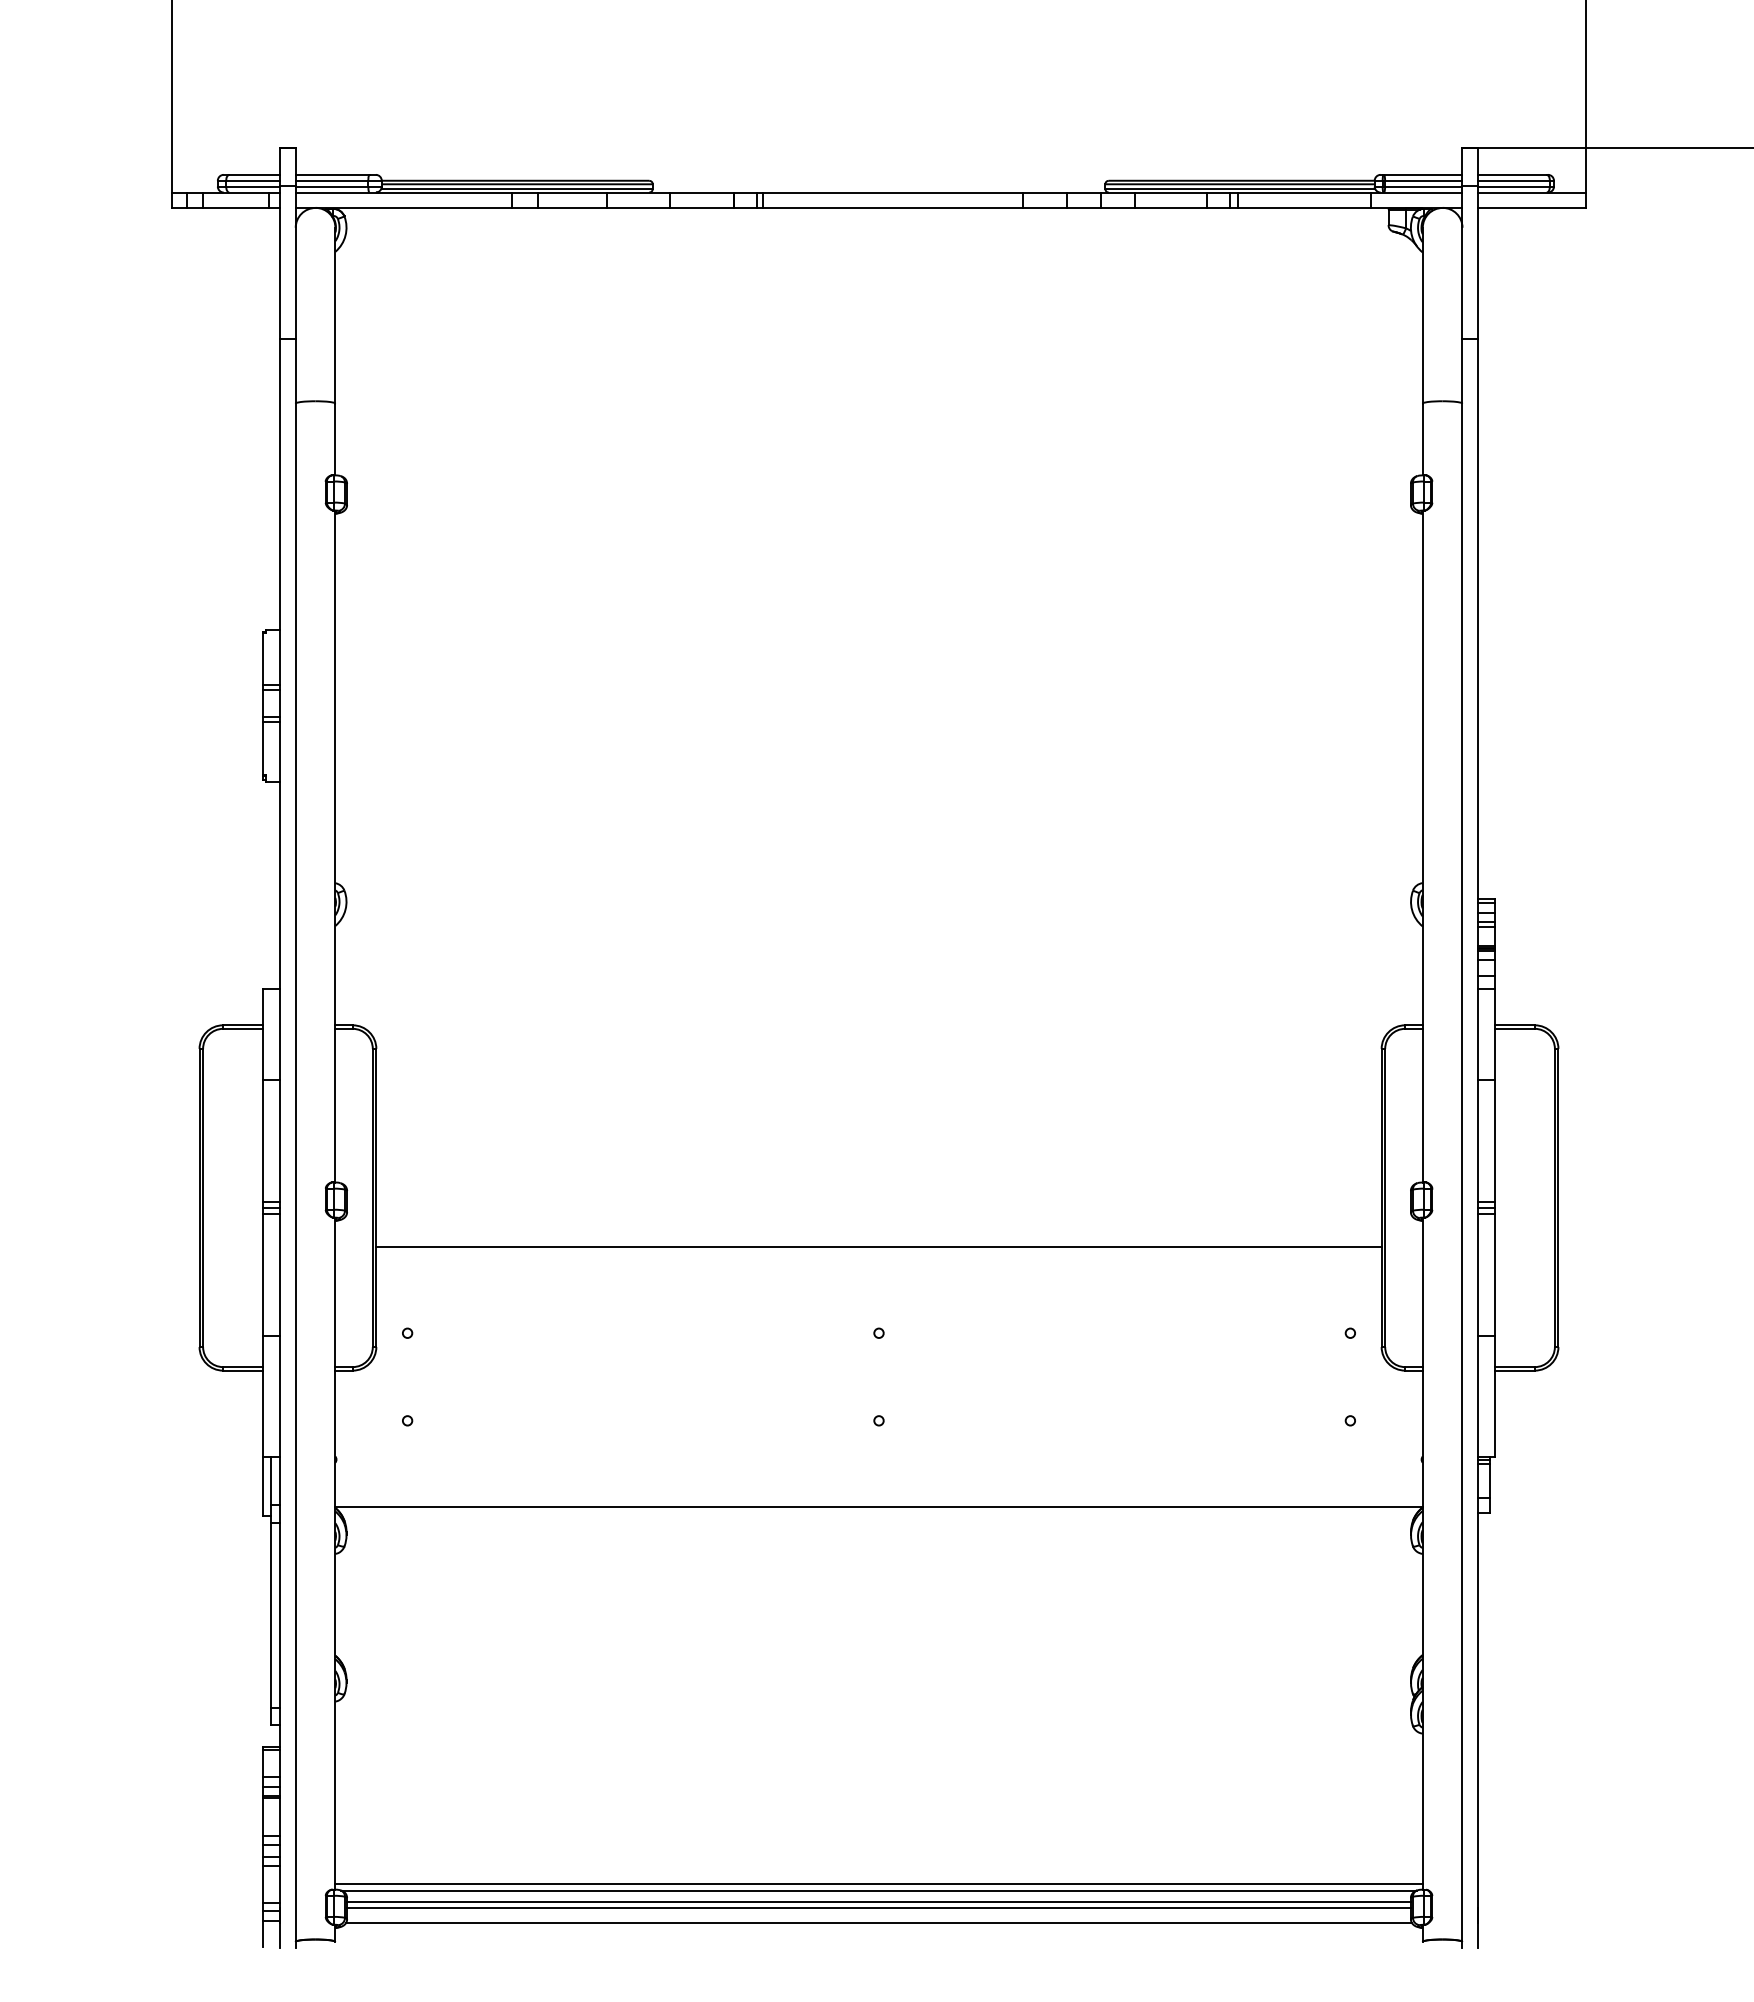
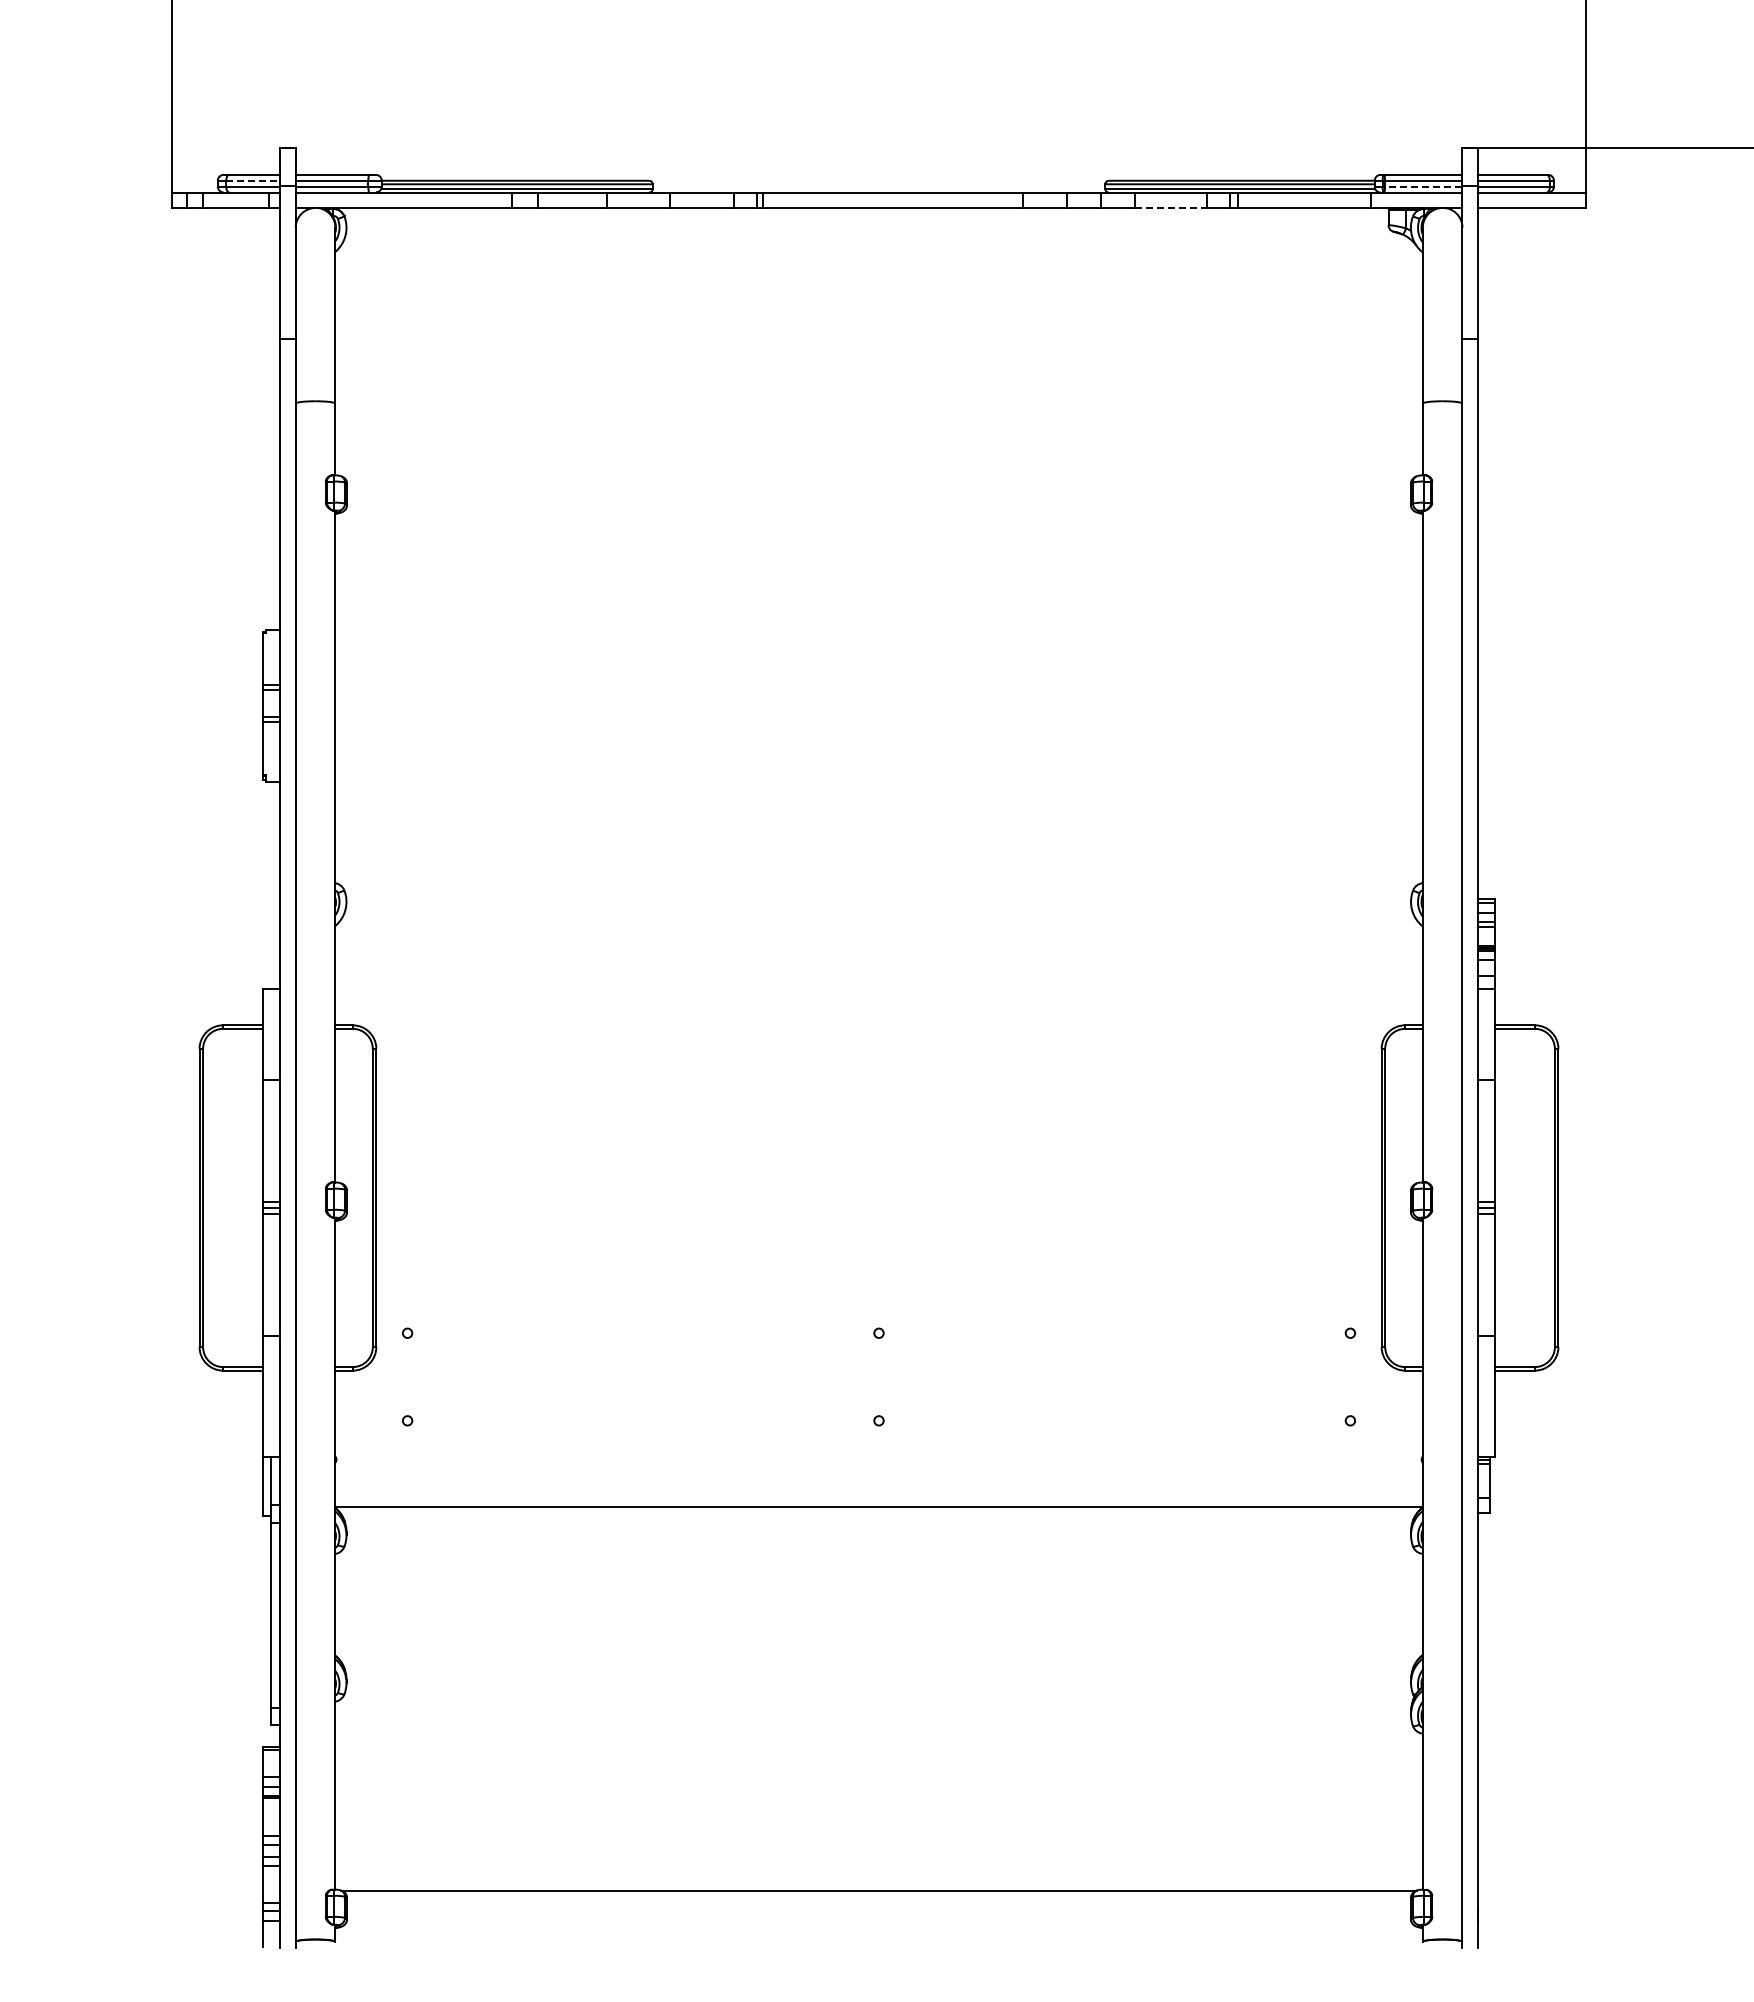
line at (253, 180): solid -> dashed
line at (1423, 186): solid -> dashed
line at (1171, 207): solid -> dashed
line at (878, 1247): present -> none
line at (878, 1884): present -> none
line at (878, 1901): present -> none
line at (878, 1908): present -> none
line at (878, 1923): present -> none
